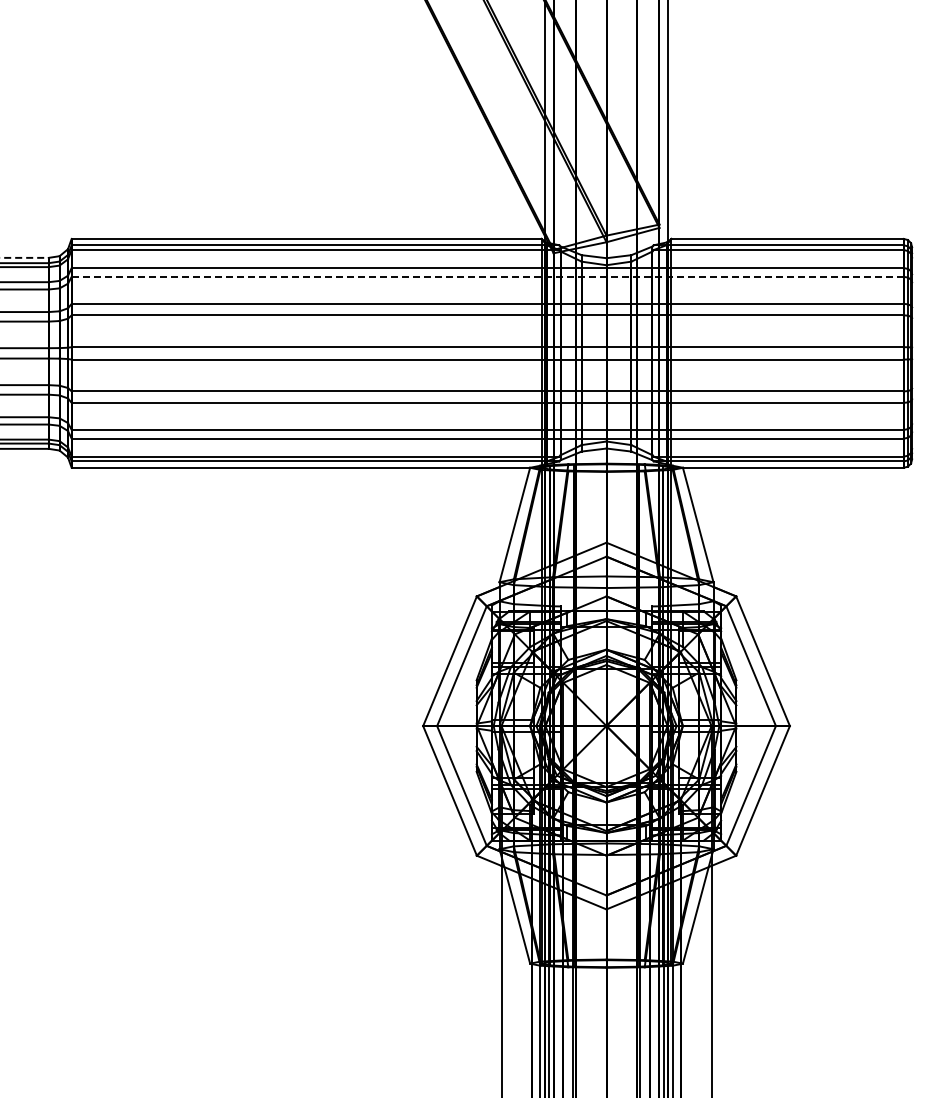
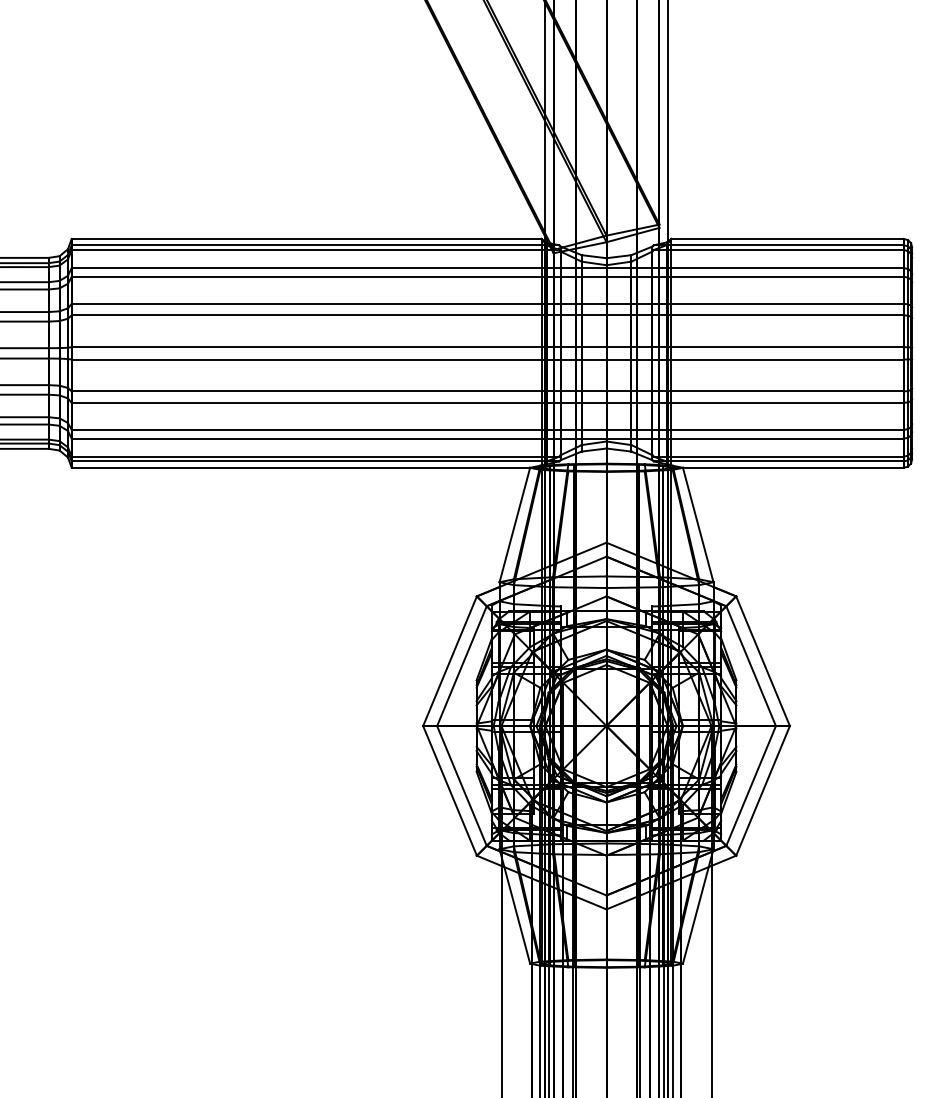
line at (24, 257): dashed -> solid
line at (488, 276): dashed -> solid
